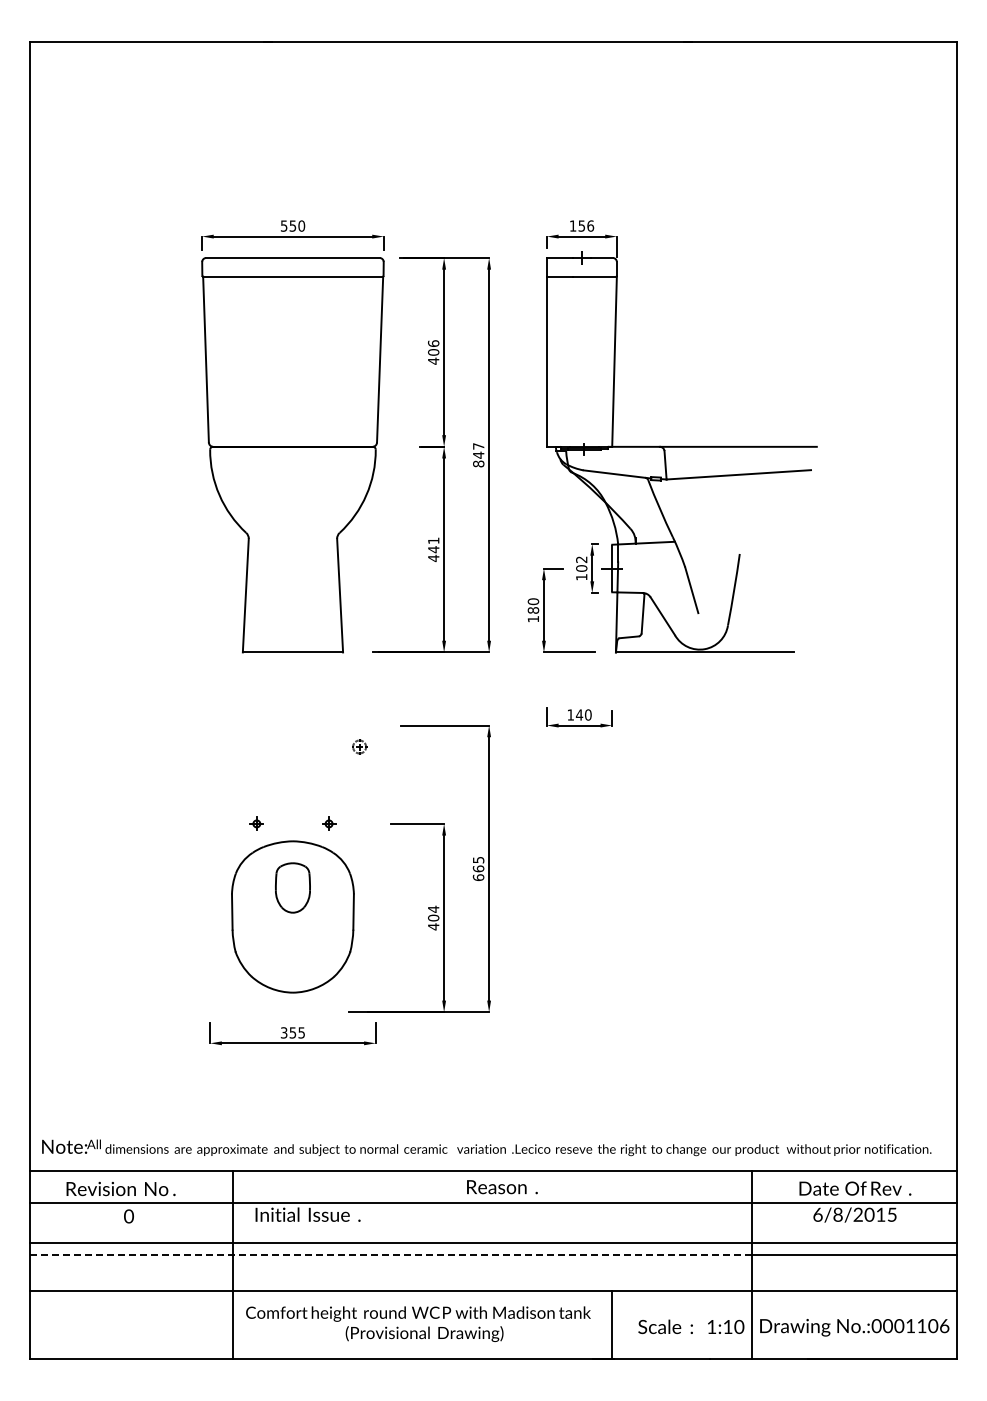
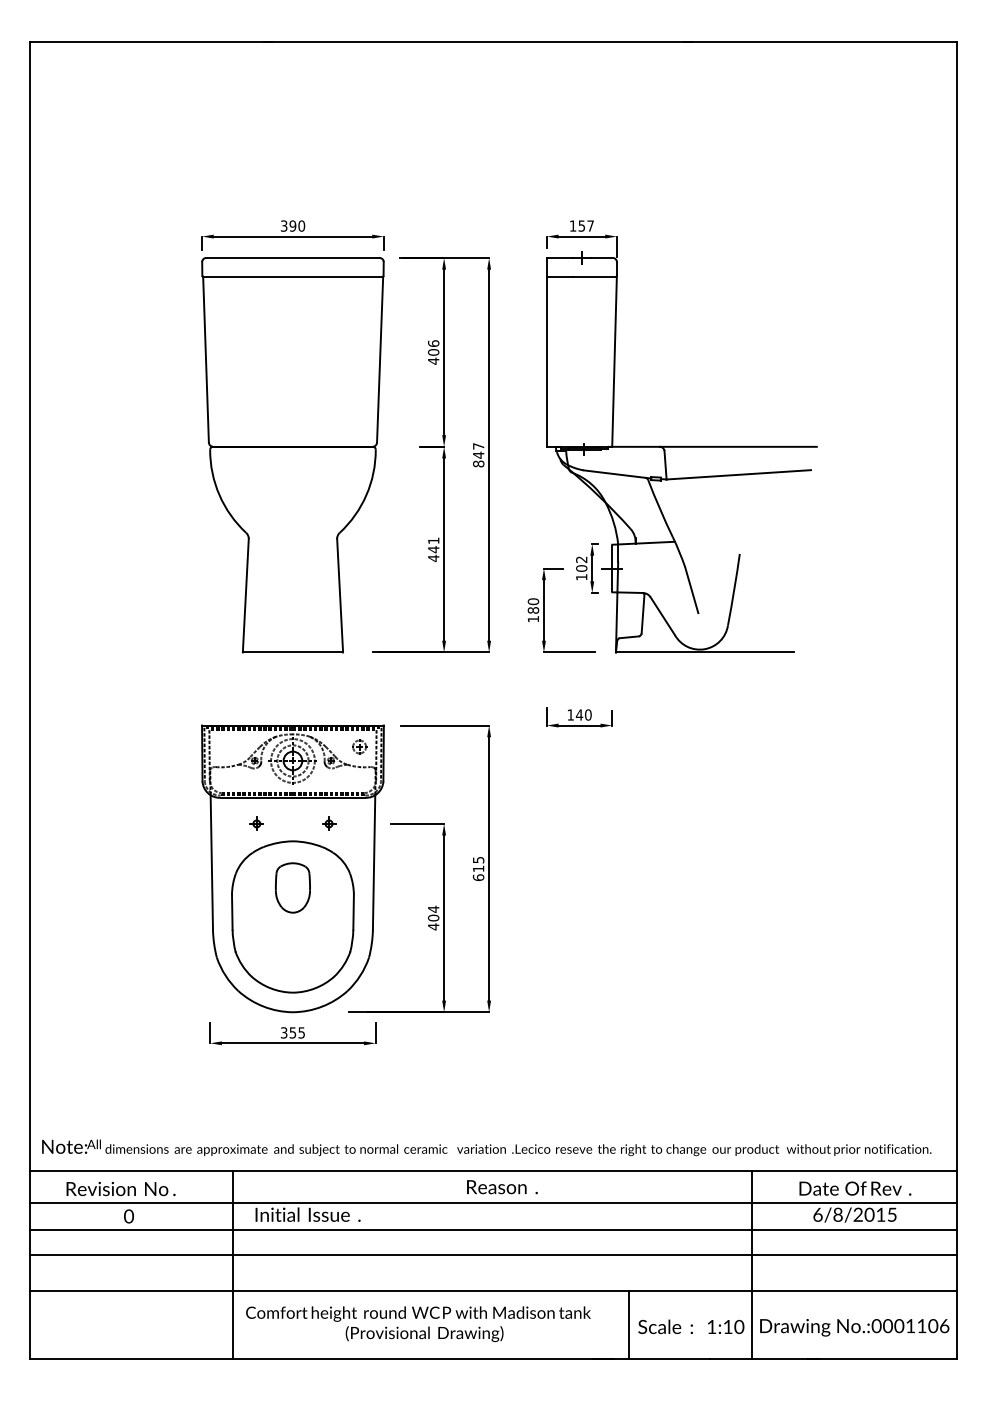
text at (288, 225): 550 -> 390
text at (590, 225): 156 -> 157
part at (292, 868): none -> present
text at (478, 868): 665 -> 615
line at (493, 1243) position: (493, 1243) -> (493, 1230)
line at (391, 1254): dashed -> solid
line at (611, 1324) position: (611, 1324) -> (628, 1324)
